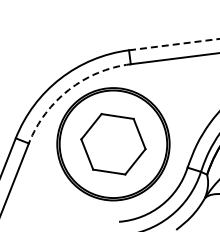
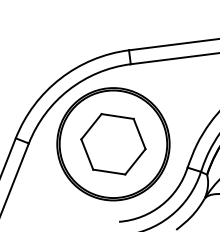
line at (174, 44): dashed -> solid
arc at (68, 89): dashed -> solid
